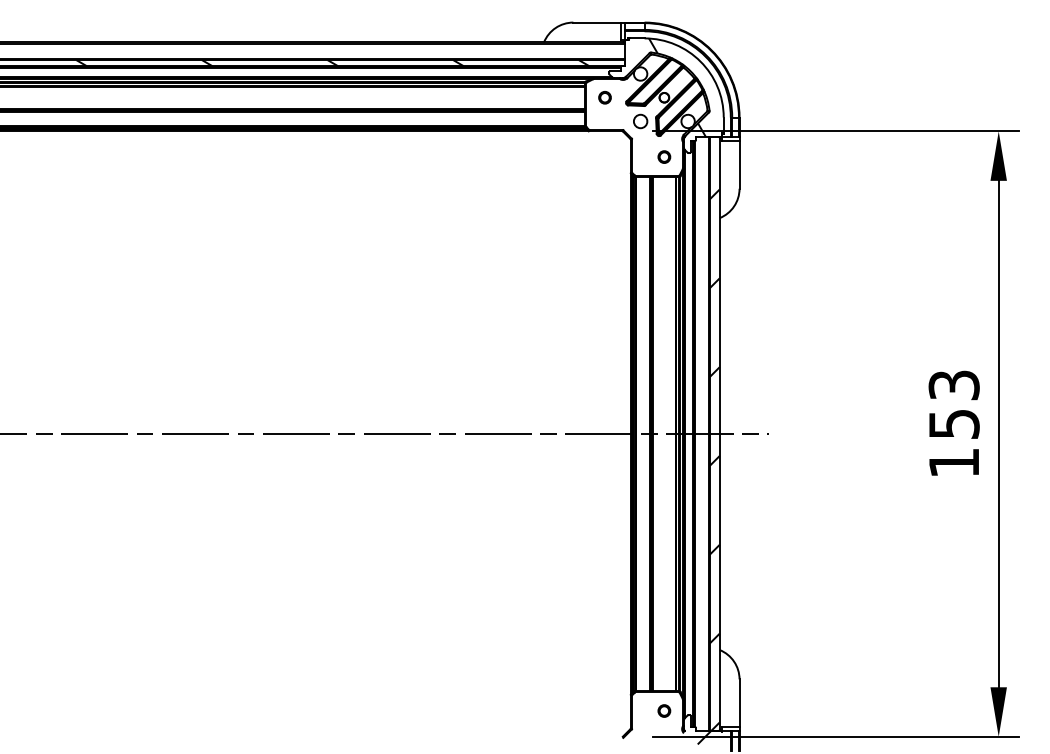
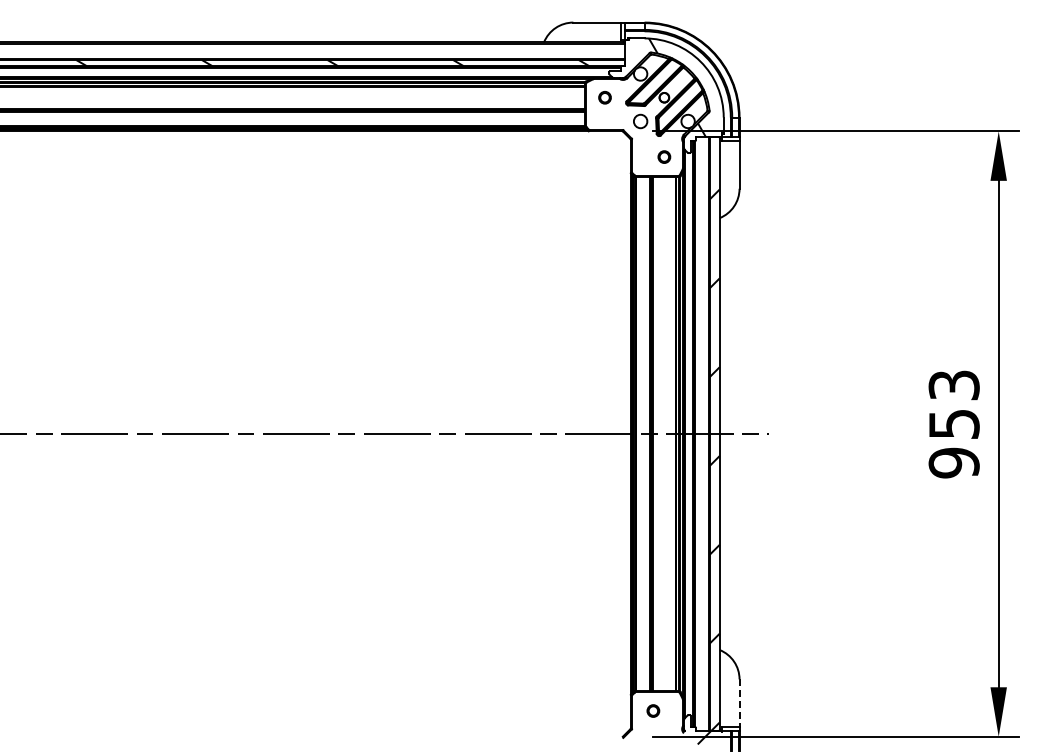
text at (953, 462): 153 -> 953
line at (739, 703): solid -> dashed
part at (664, 710) position: (664, 710) -> (653, 710)
